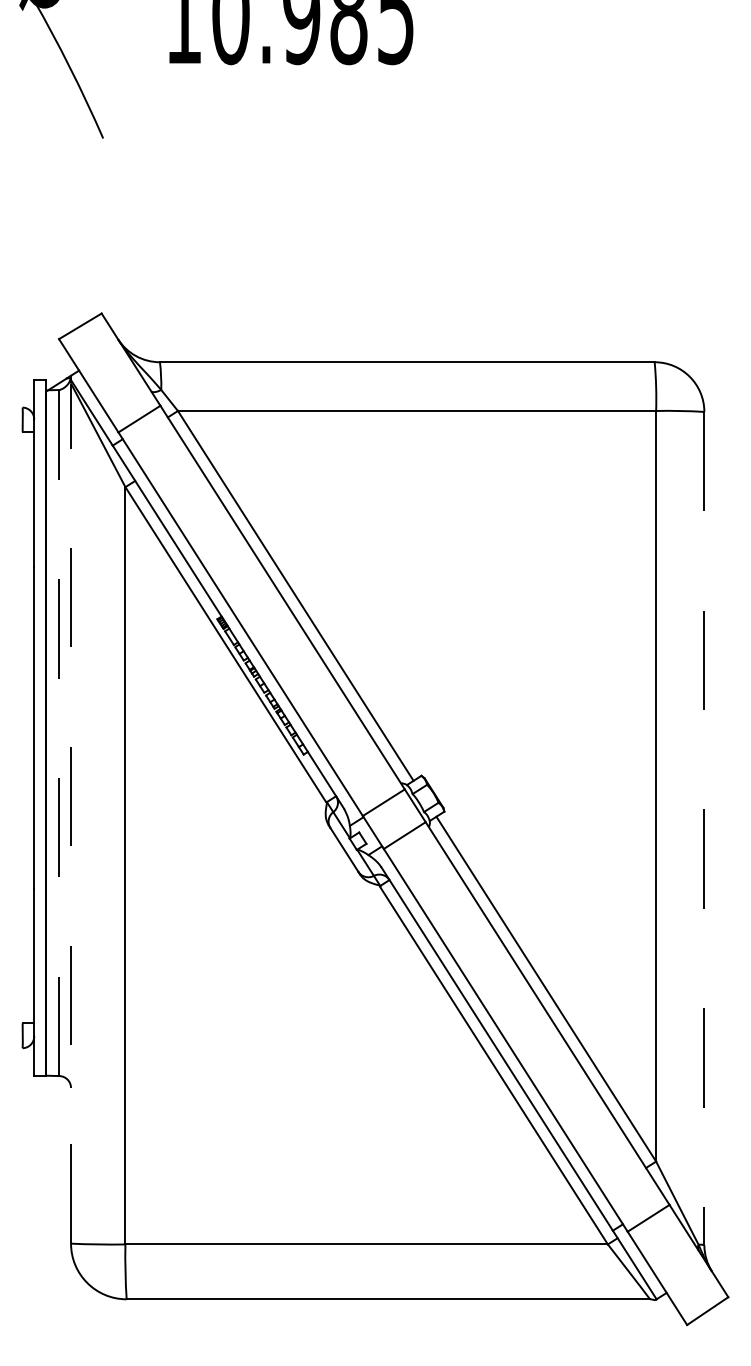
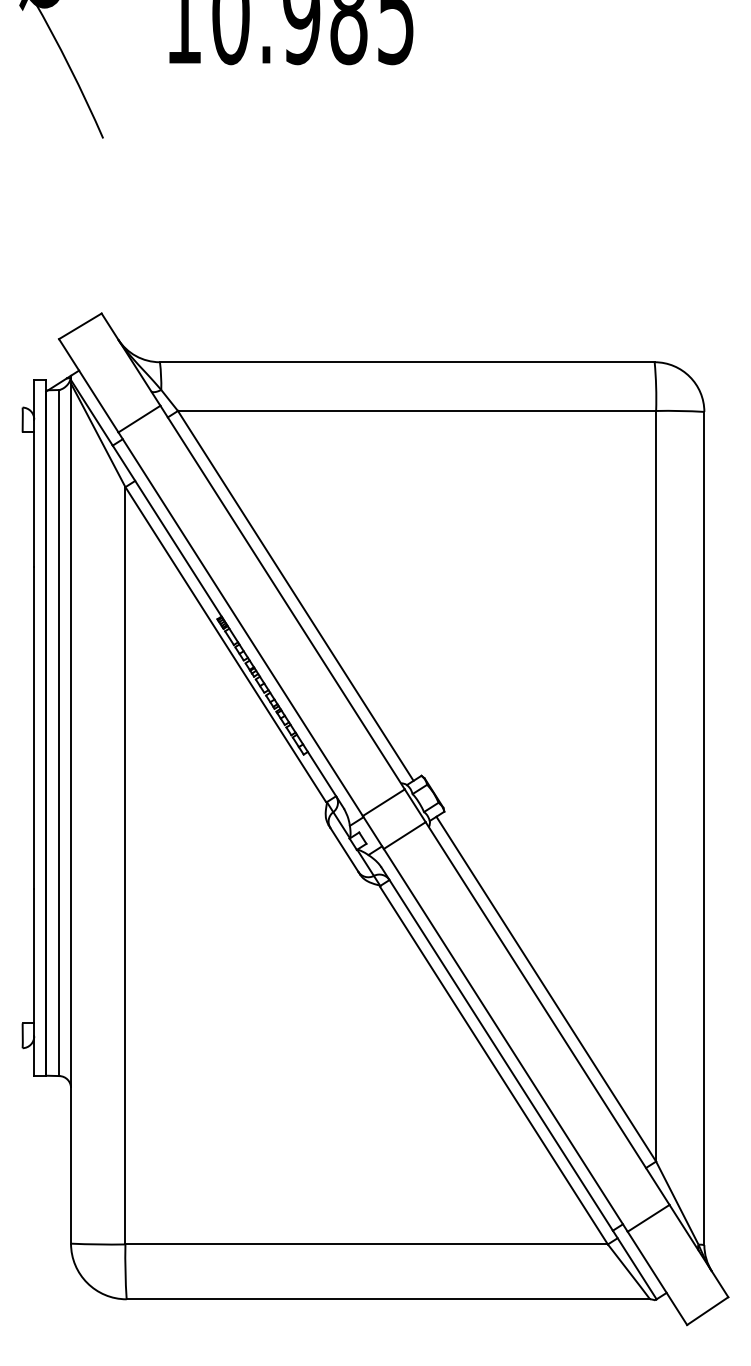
line at (59, 732): dashed -> solid
line at (71, 813): dashed -> solid
line at (704, 828): dashed -> solid
